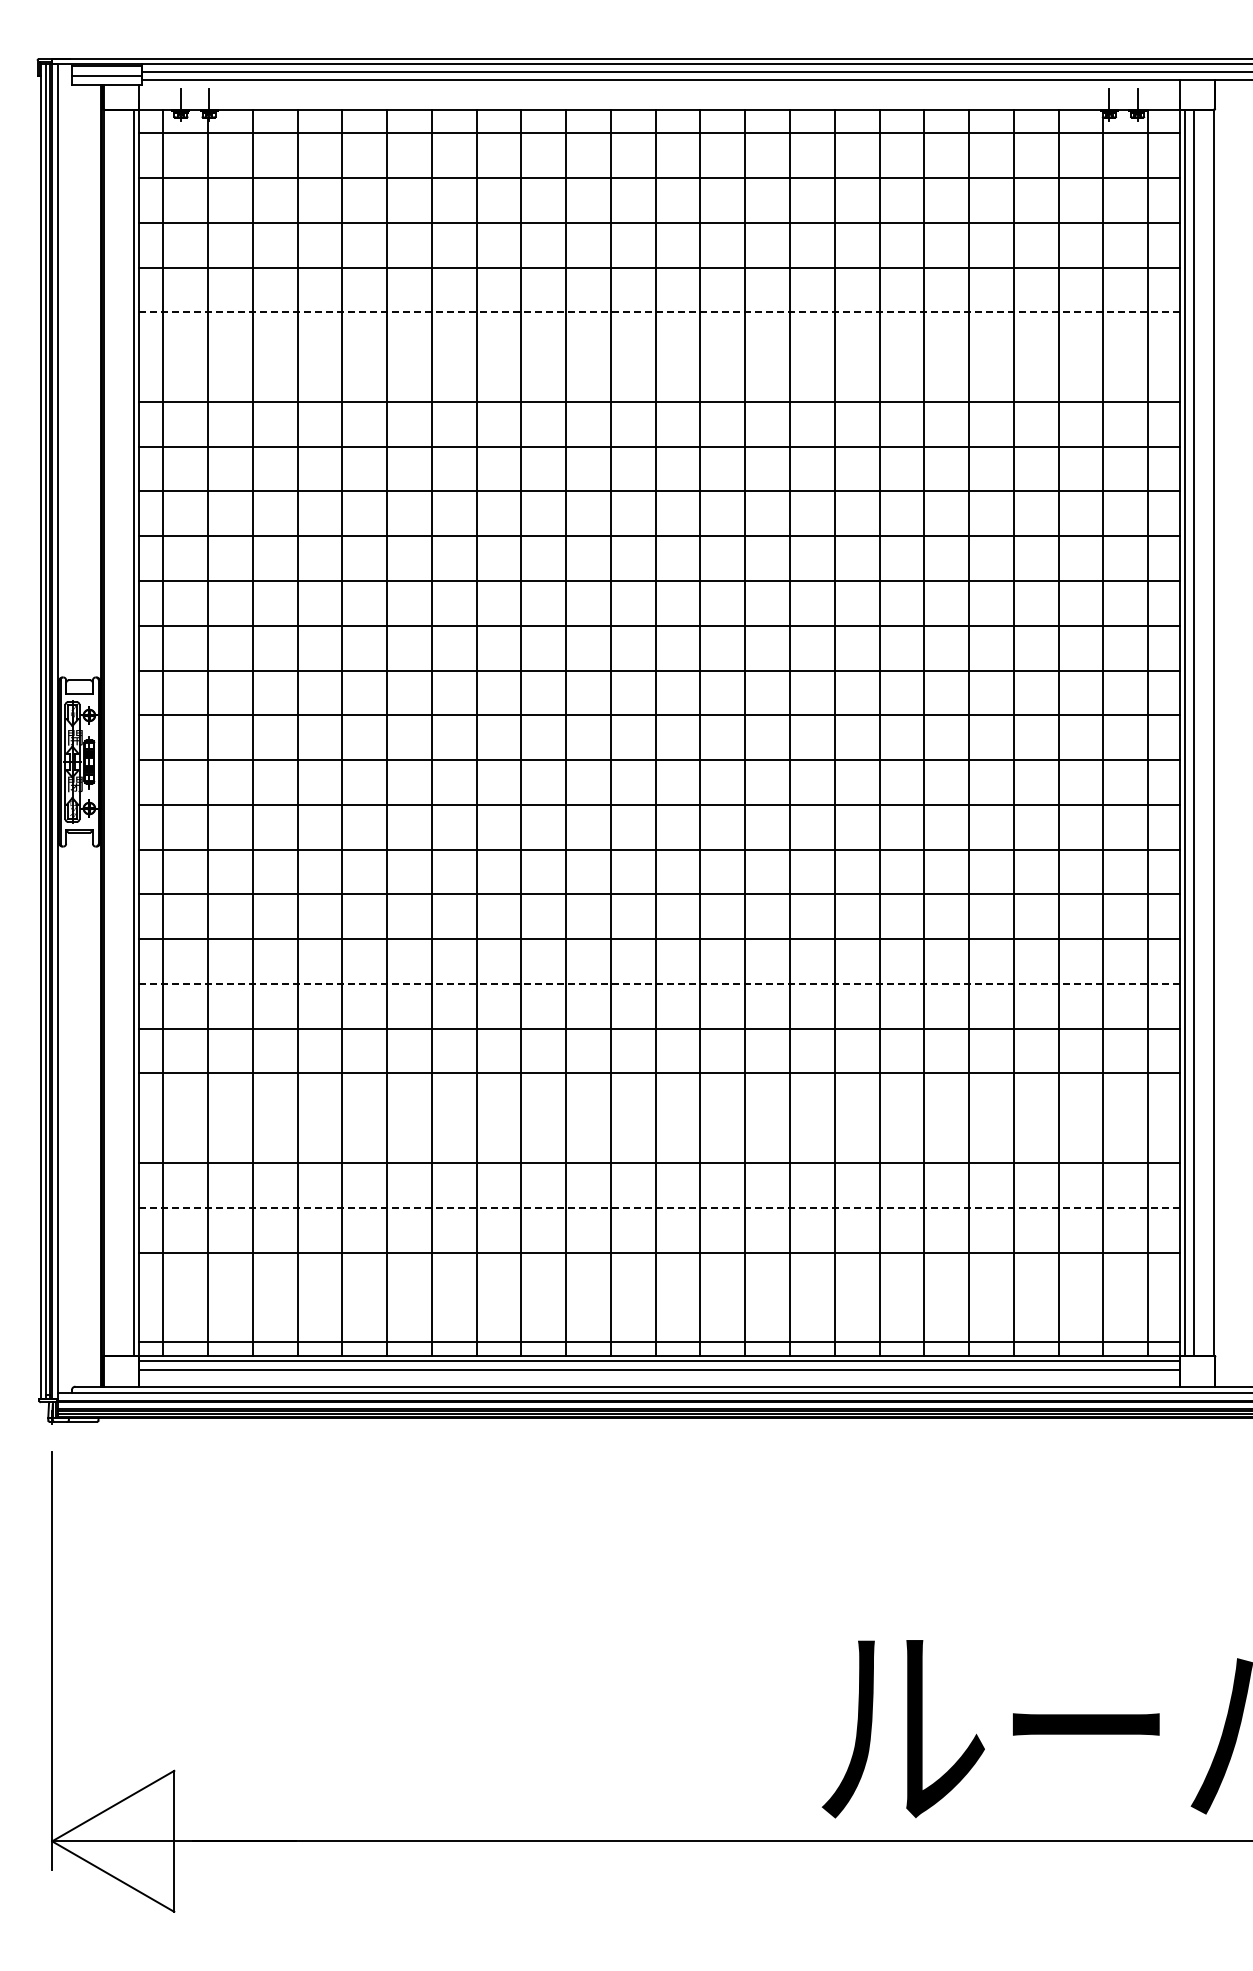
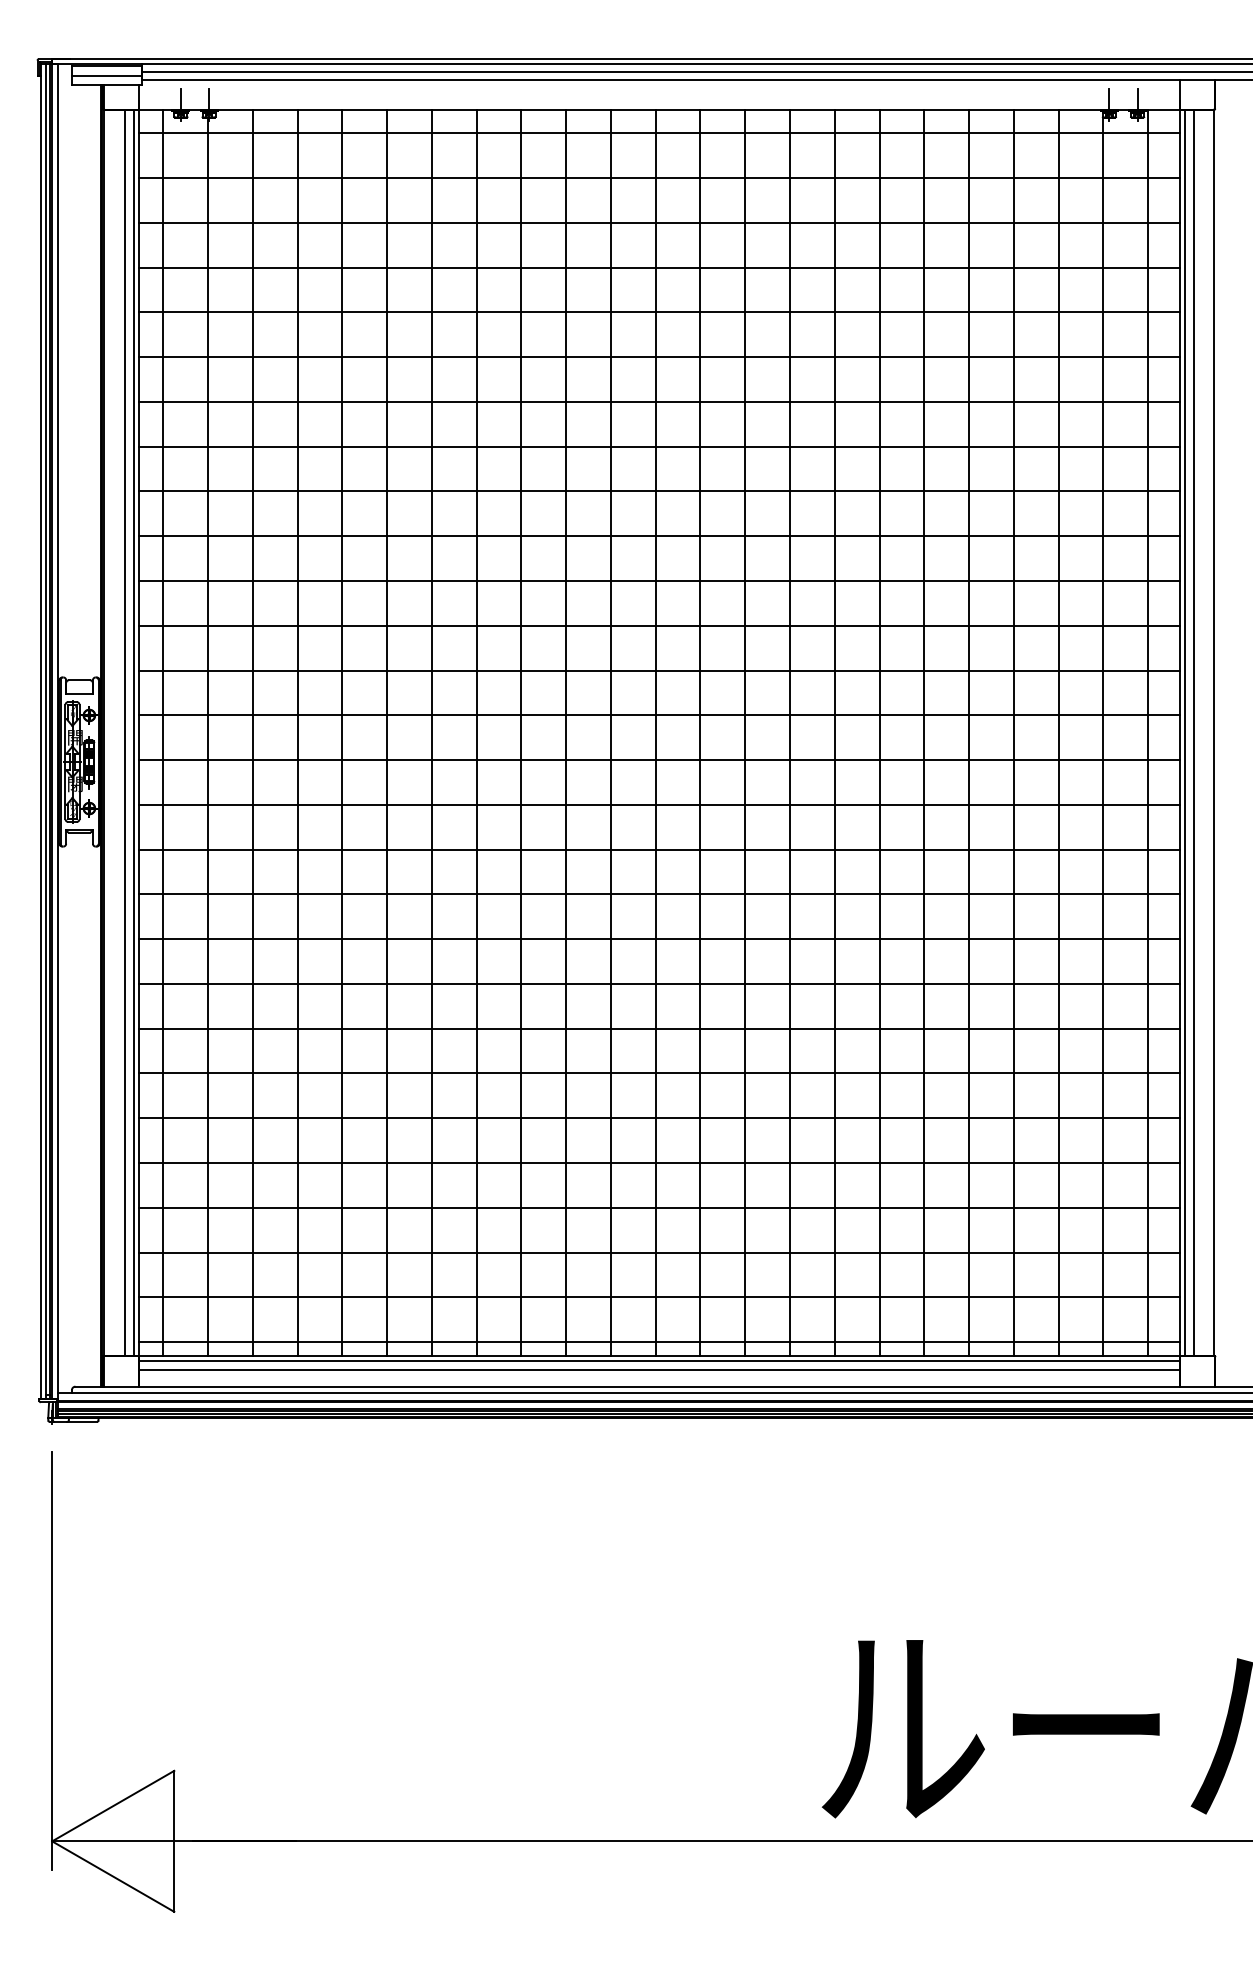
line at (659, 312): dashed -> solid
line at (658, 357): none -> present
line at (124, 733): none -> present
line at (659, 983): dashed -> solid
line at (658, 1118): none -> present
line at (659, 1207): dashed -> solid
line at (658, 1297): none -> present
